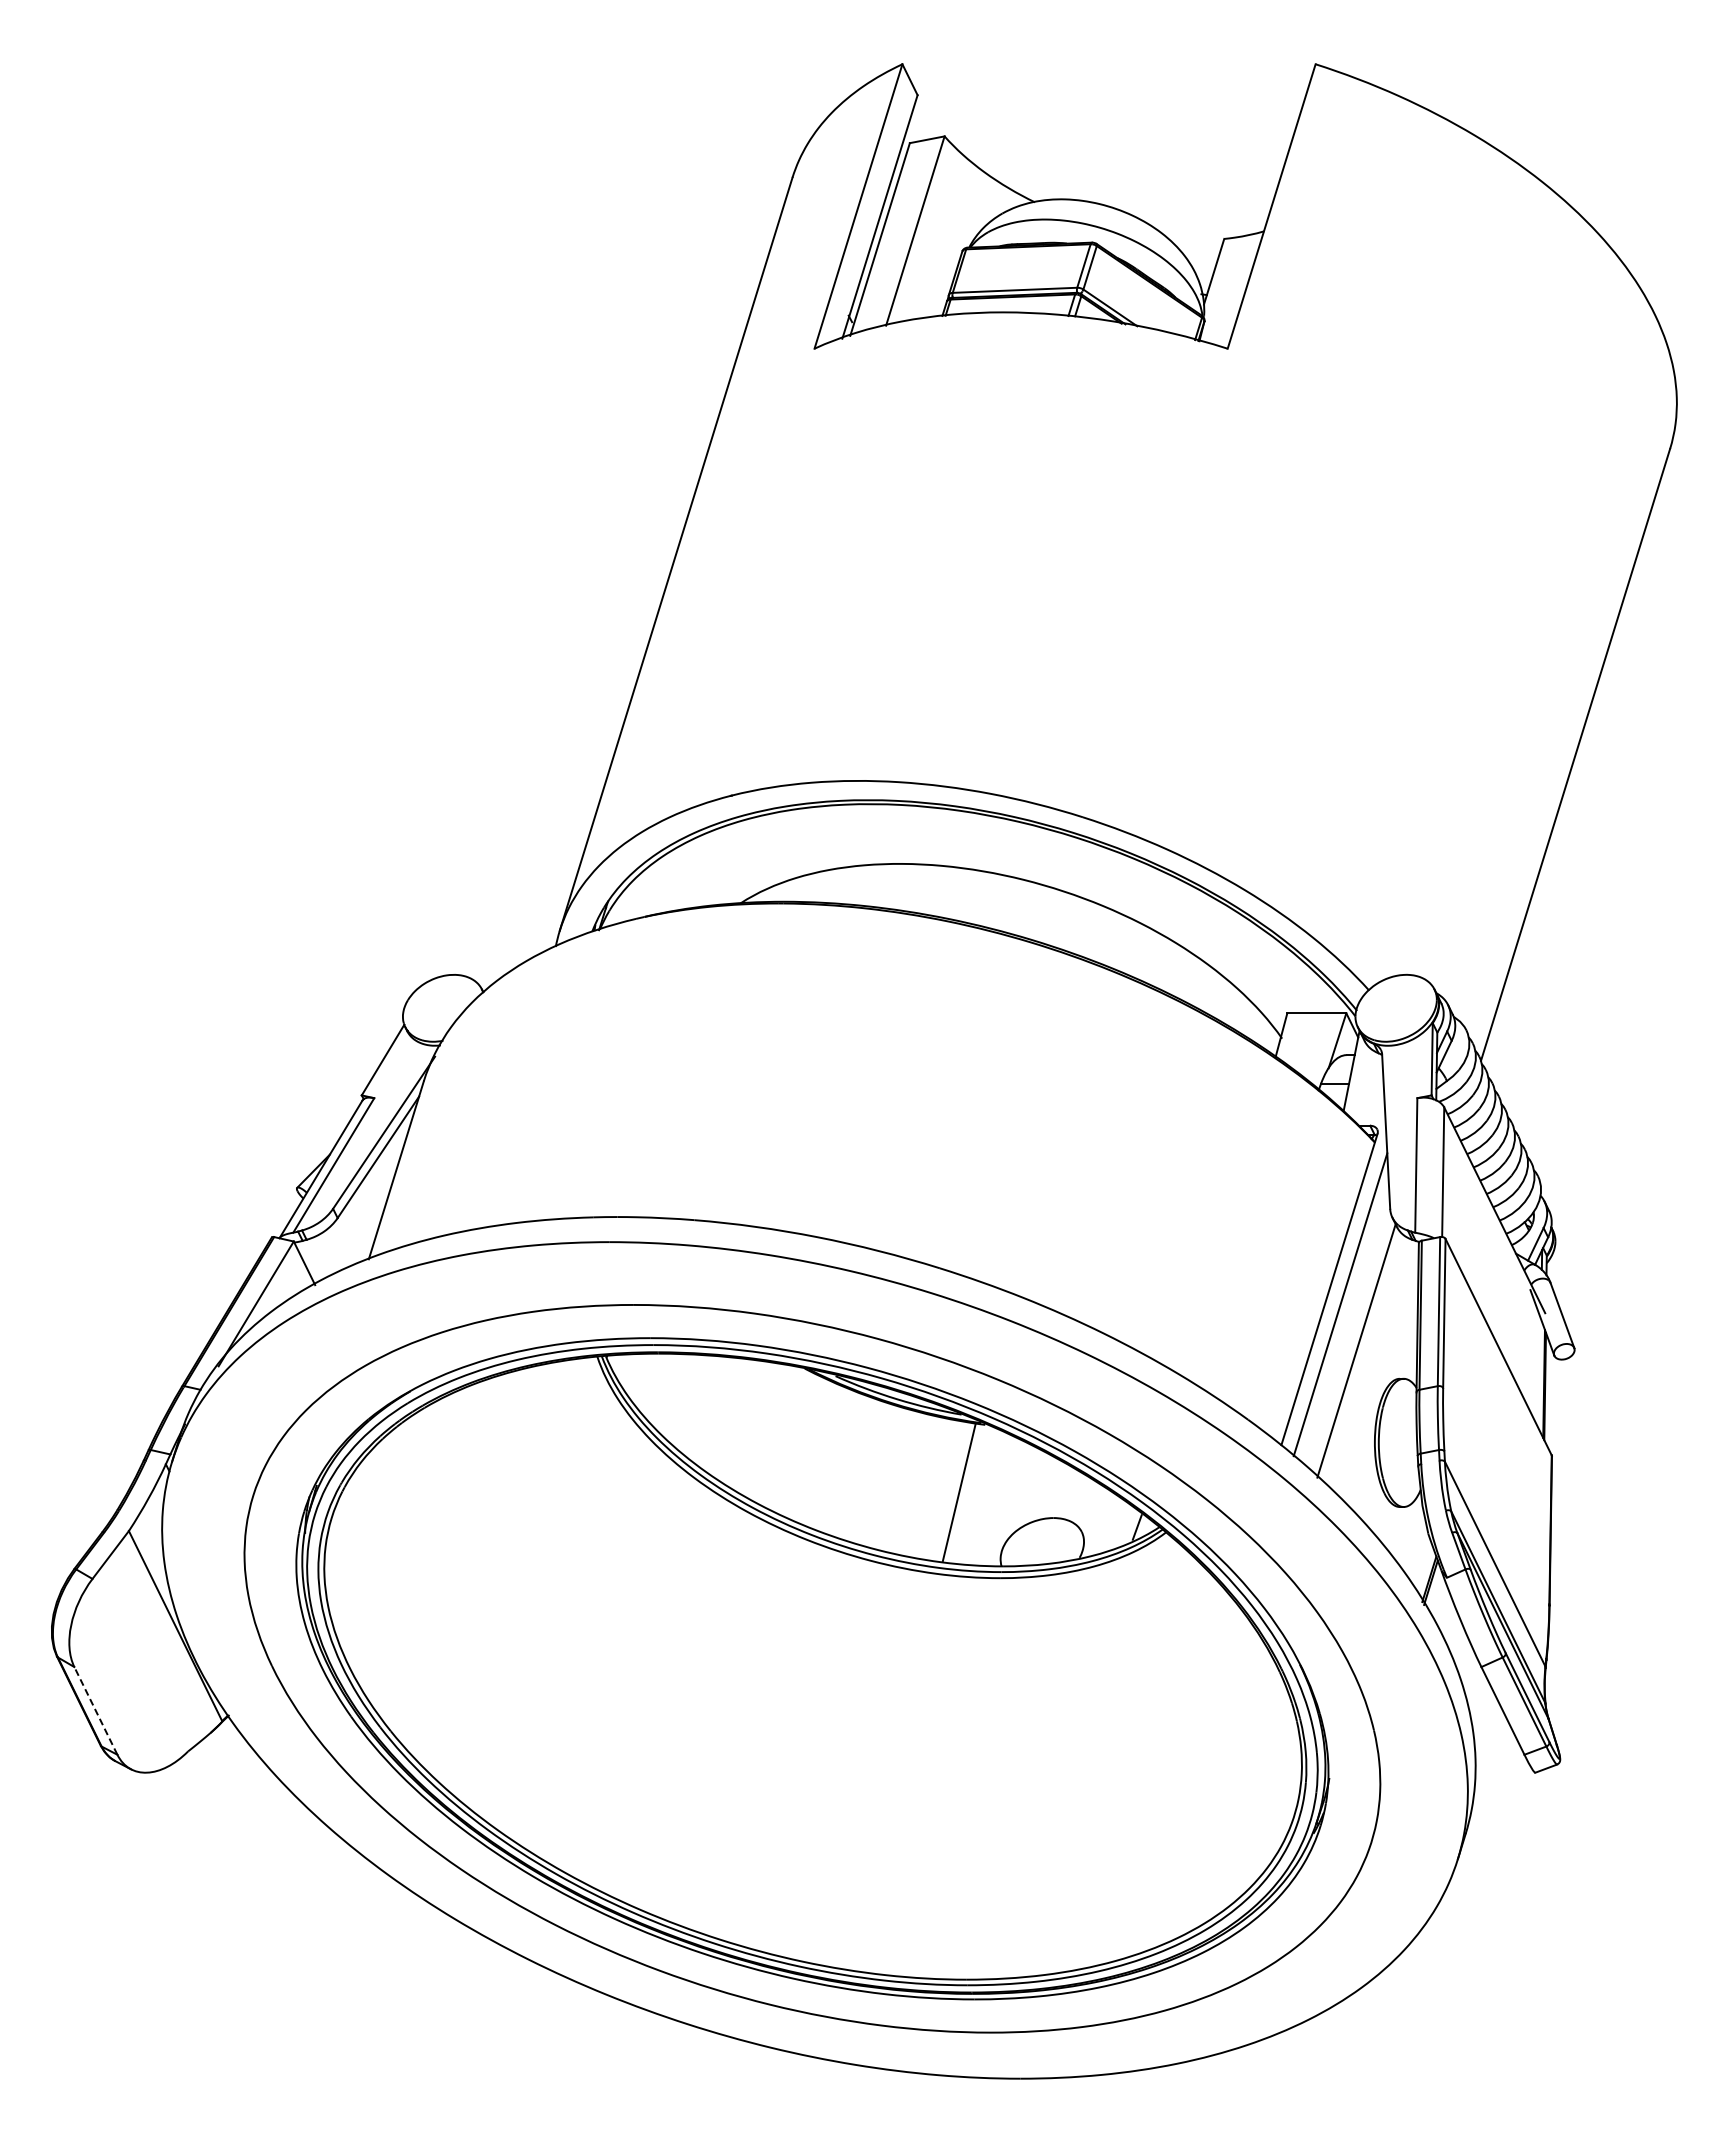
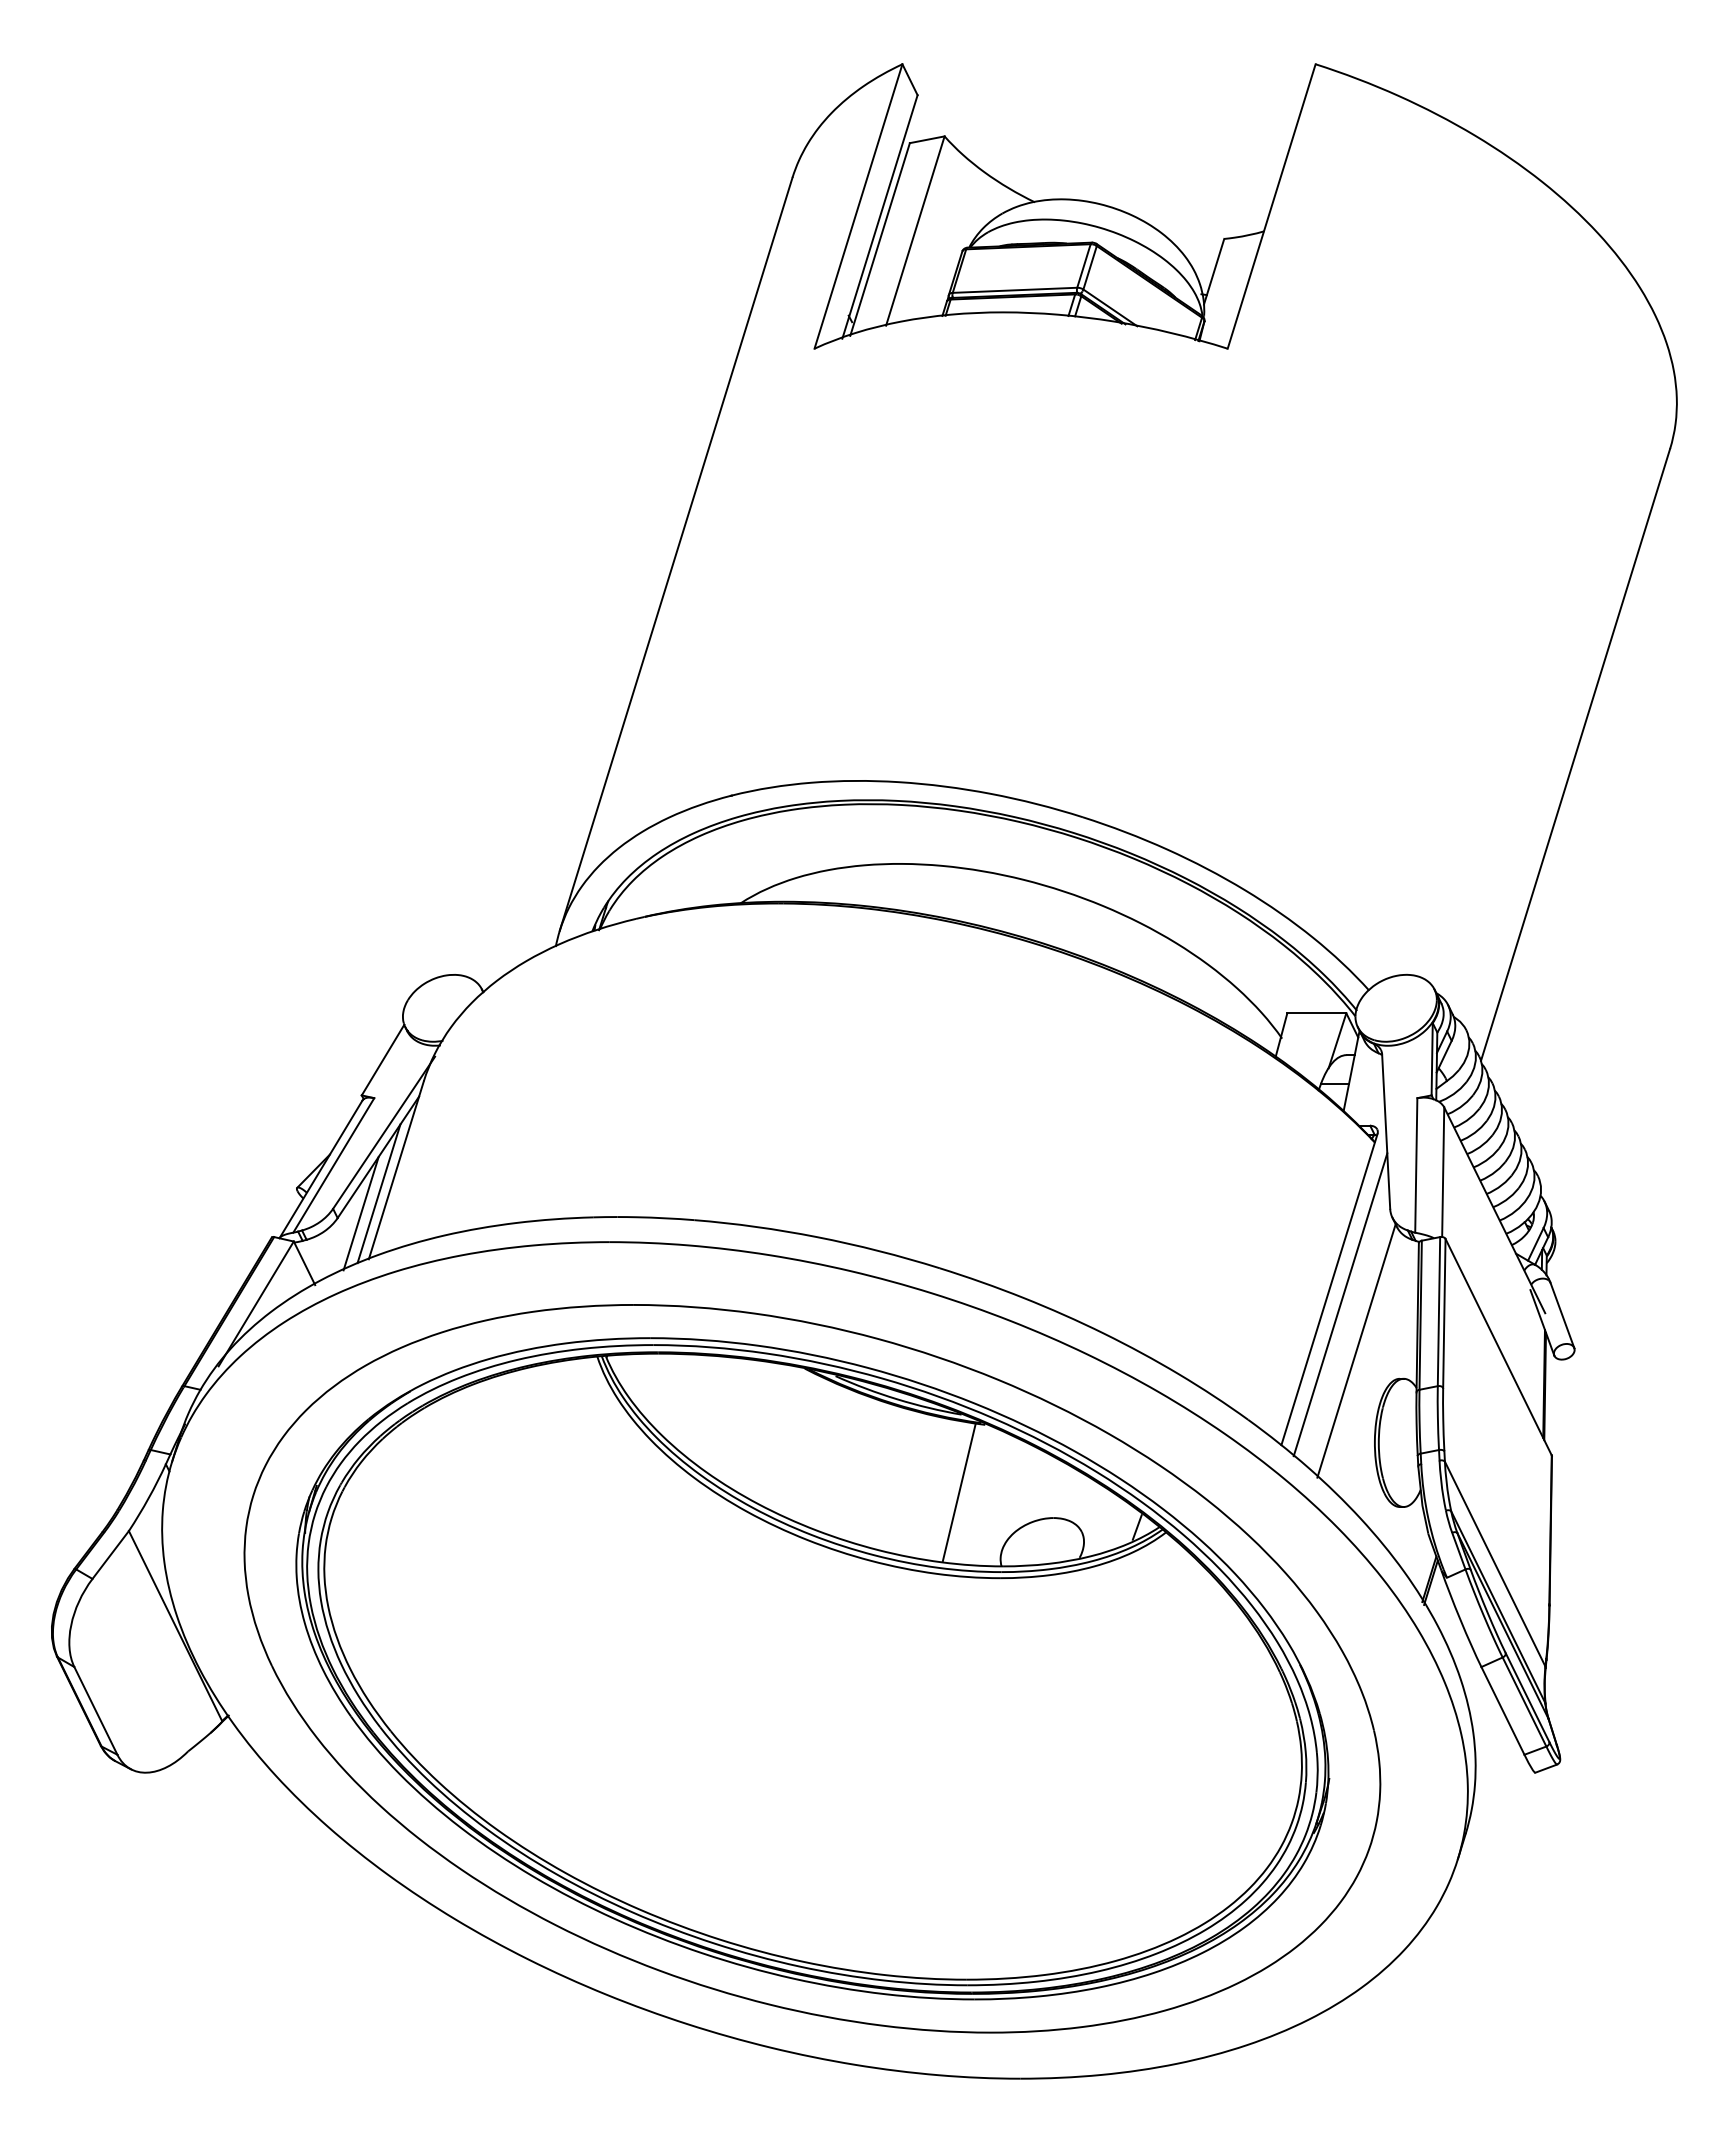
line at (378, 1193): none -> present
line at (360, 1213): none -> present
line at (95, 1710): dashed -> solid
